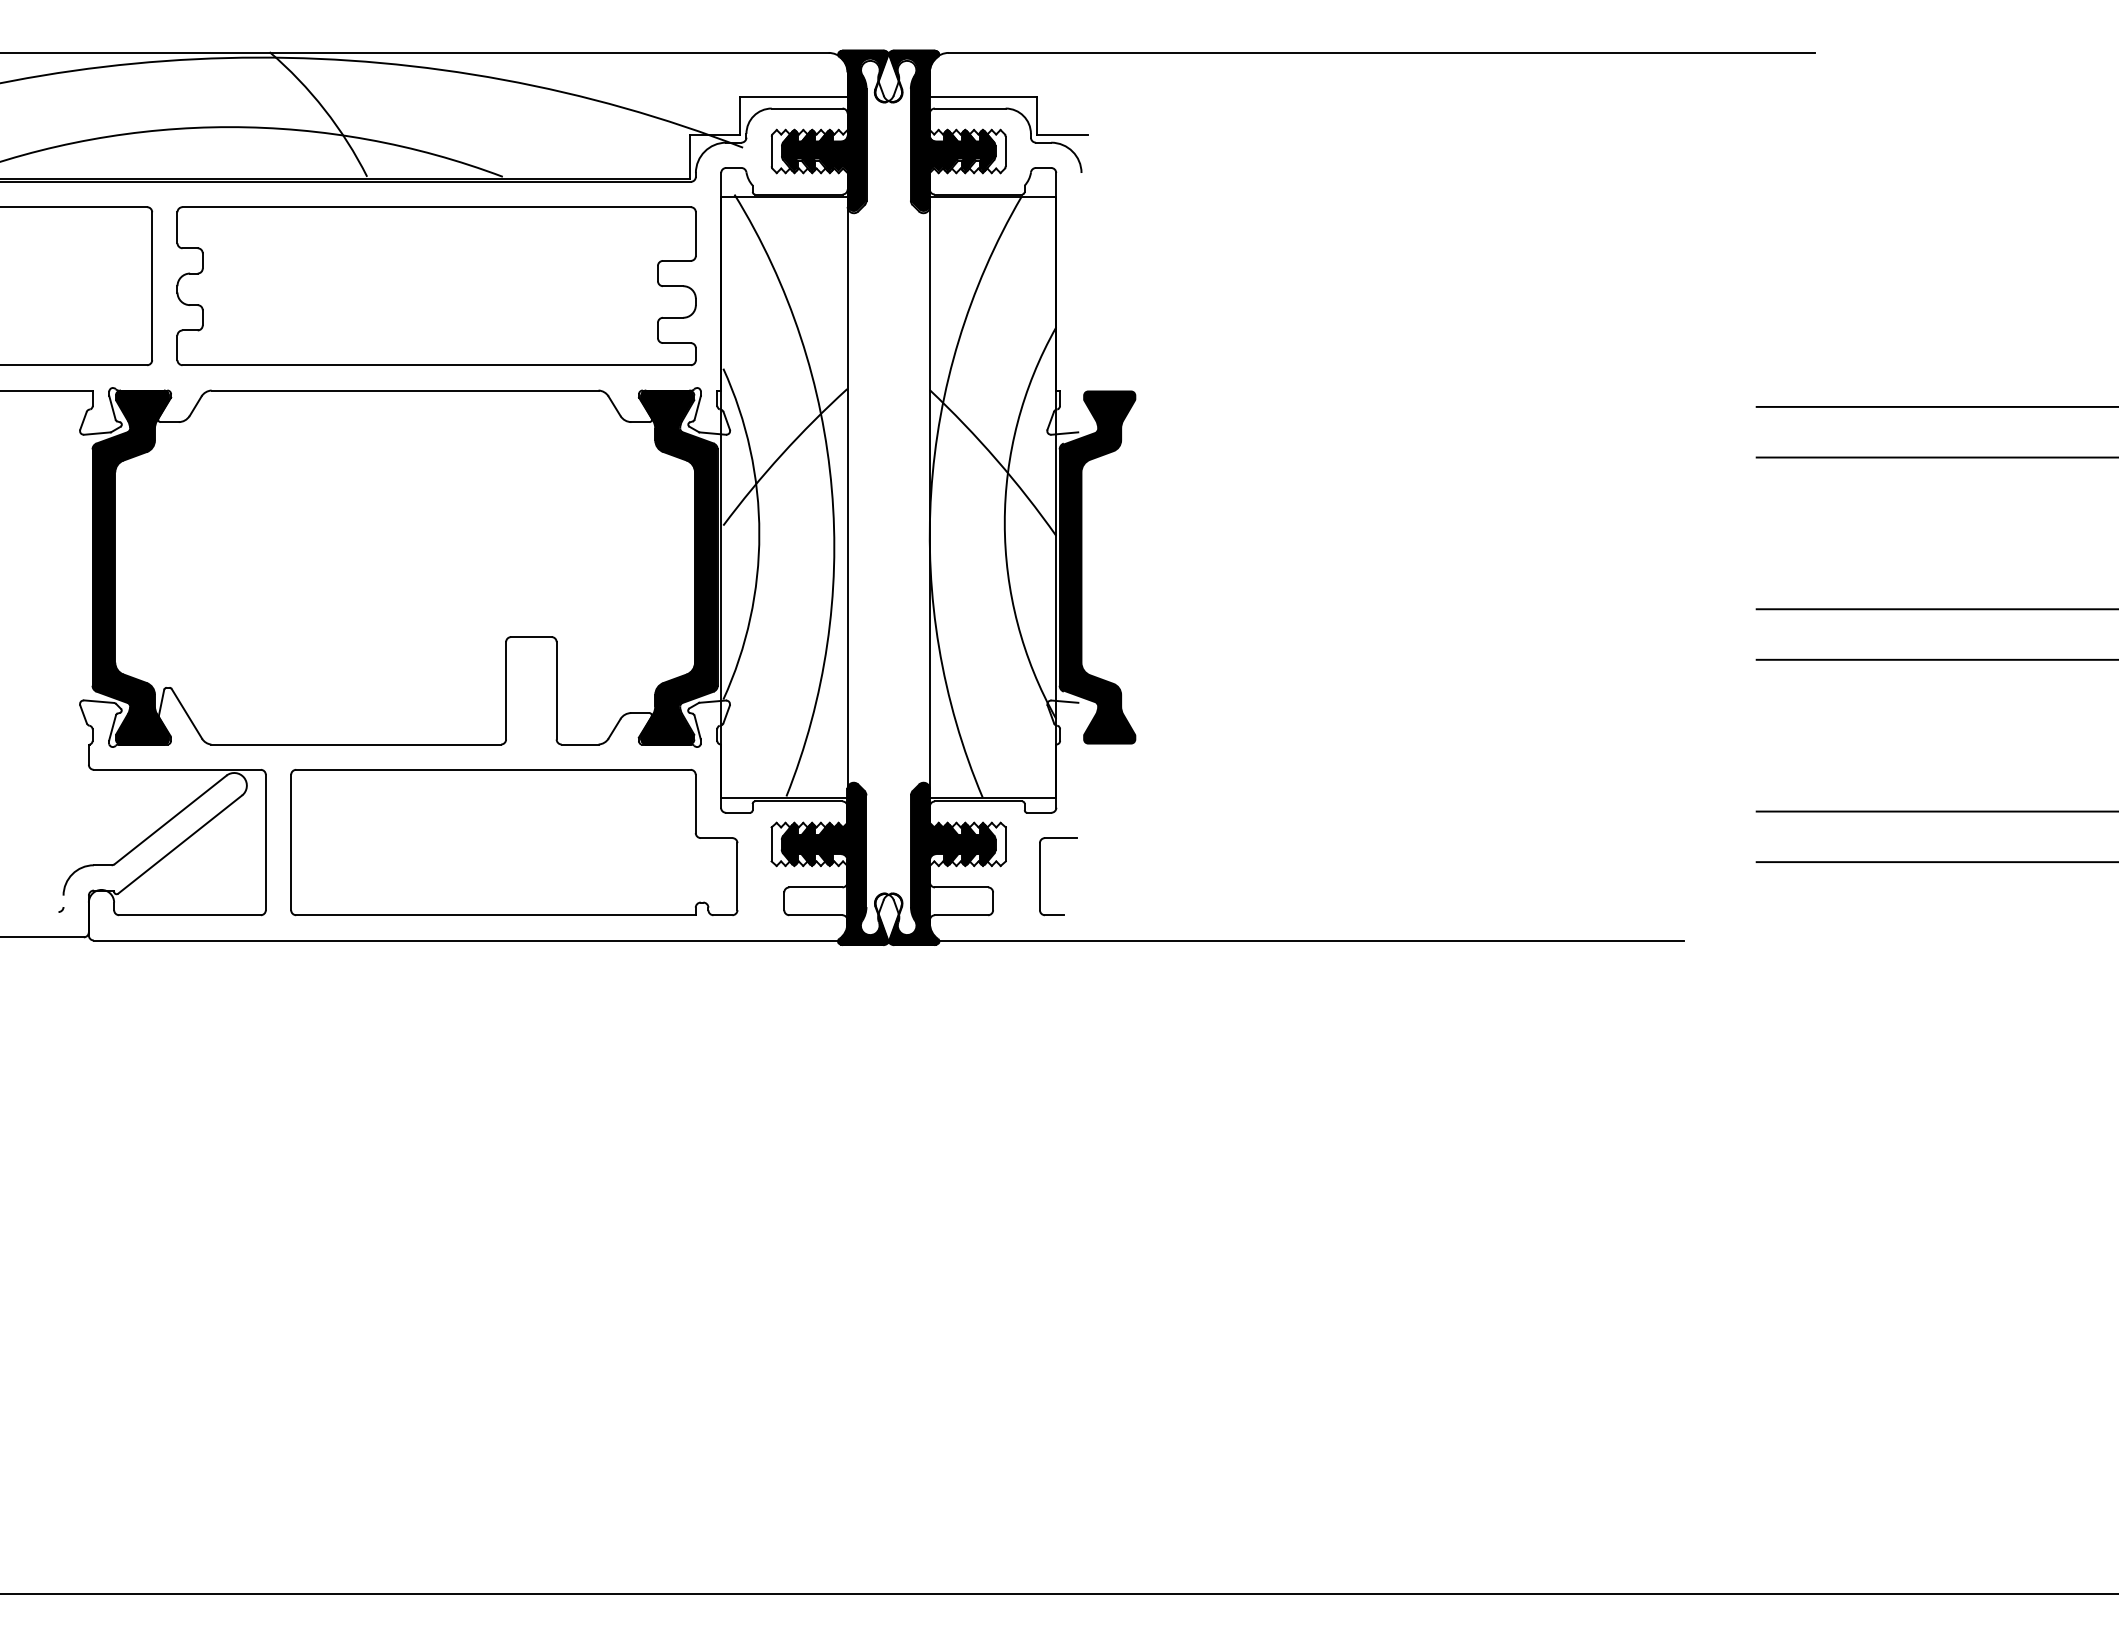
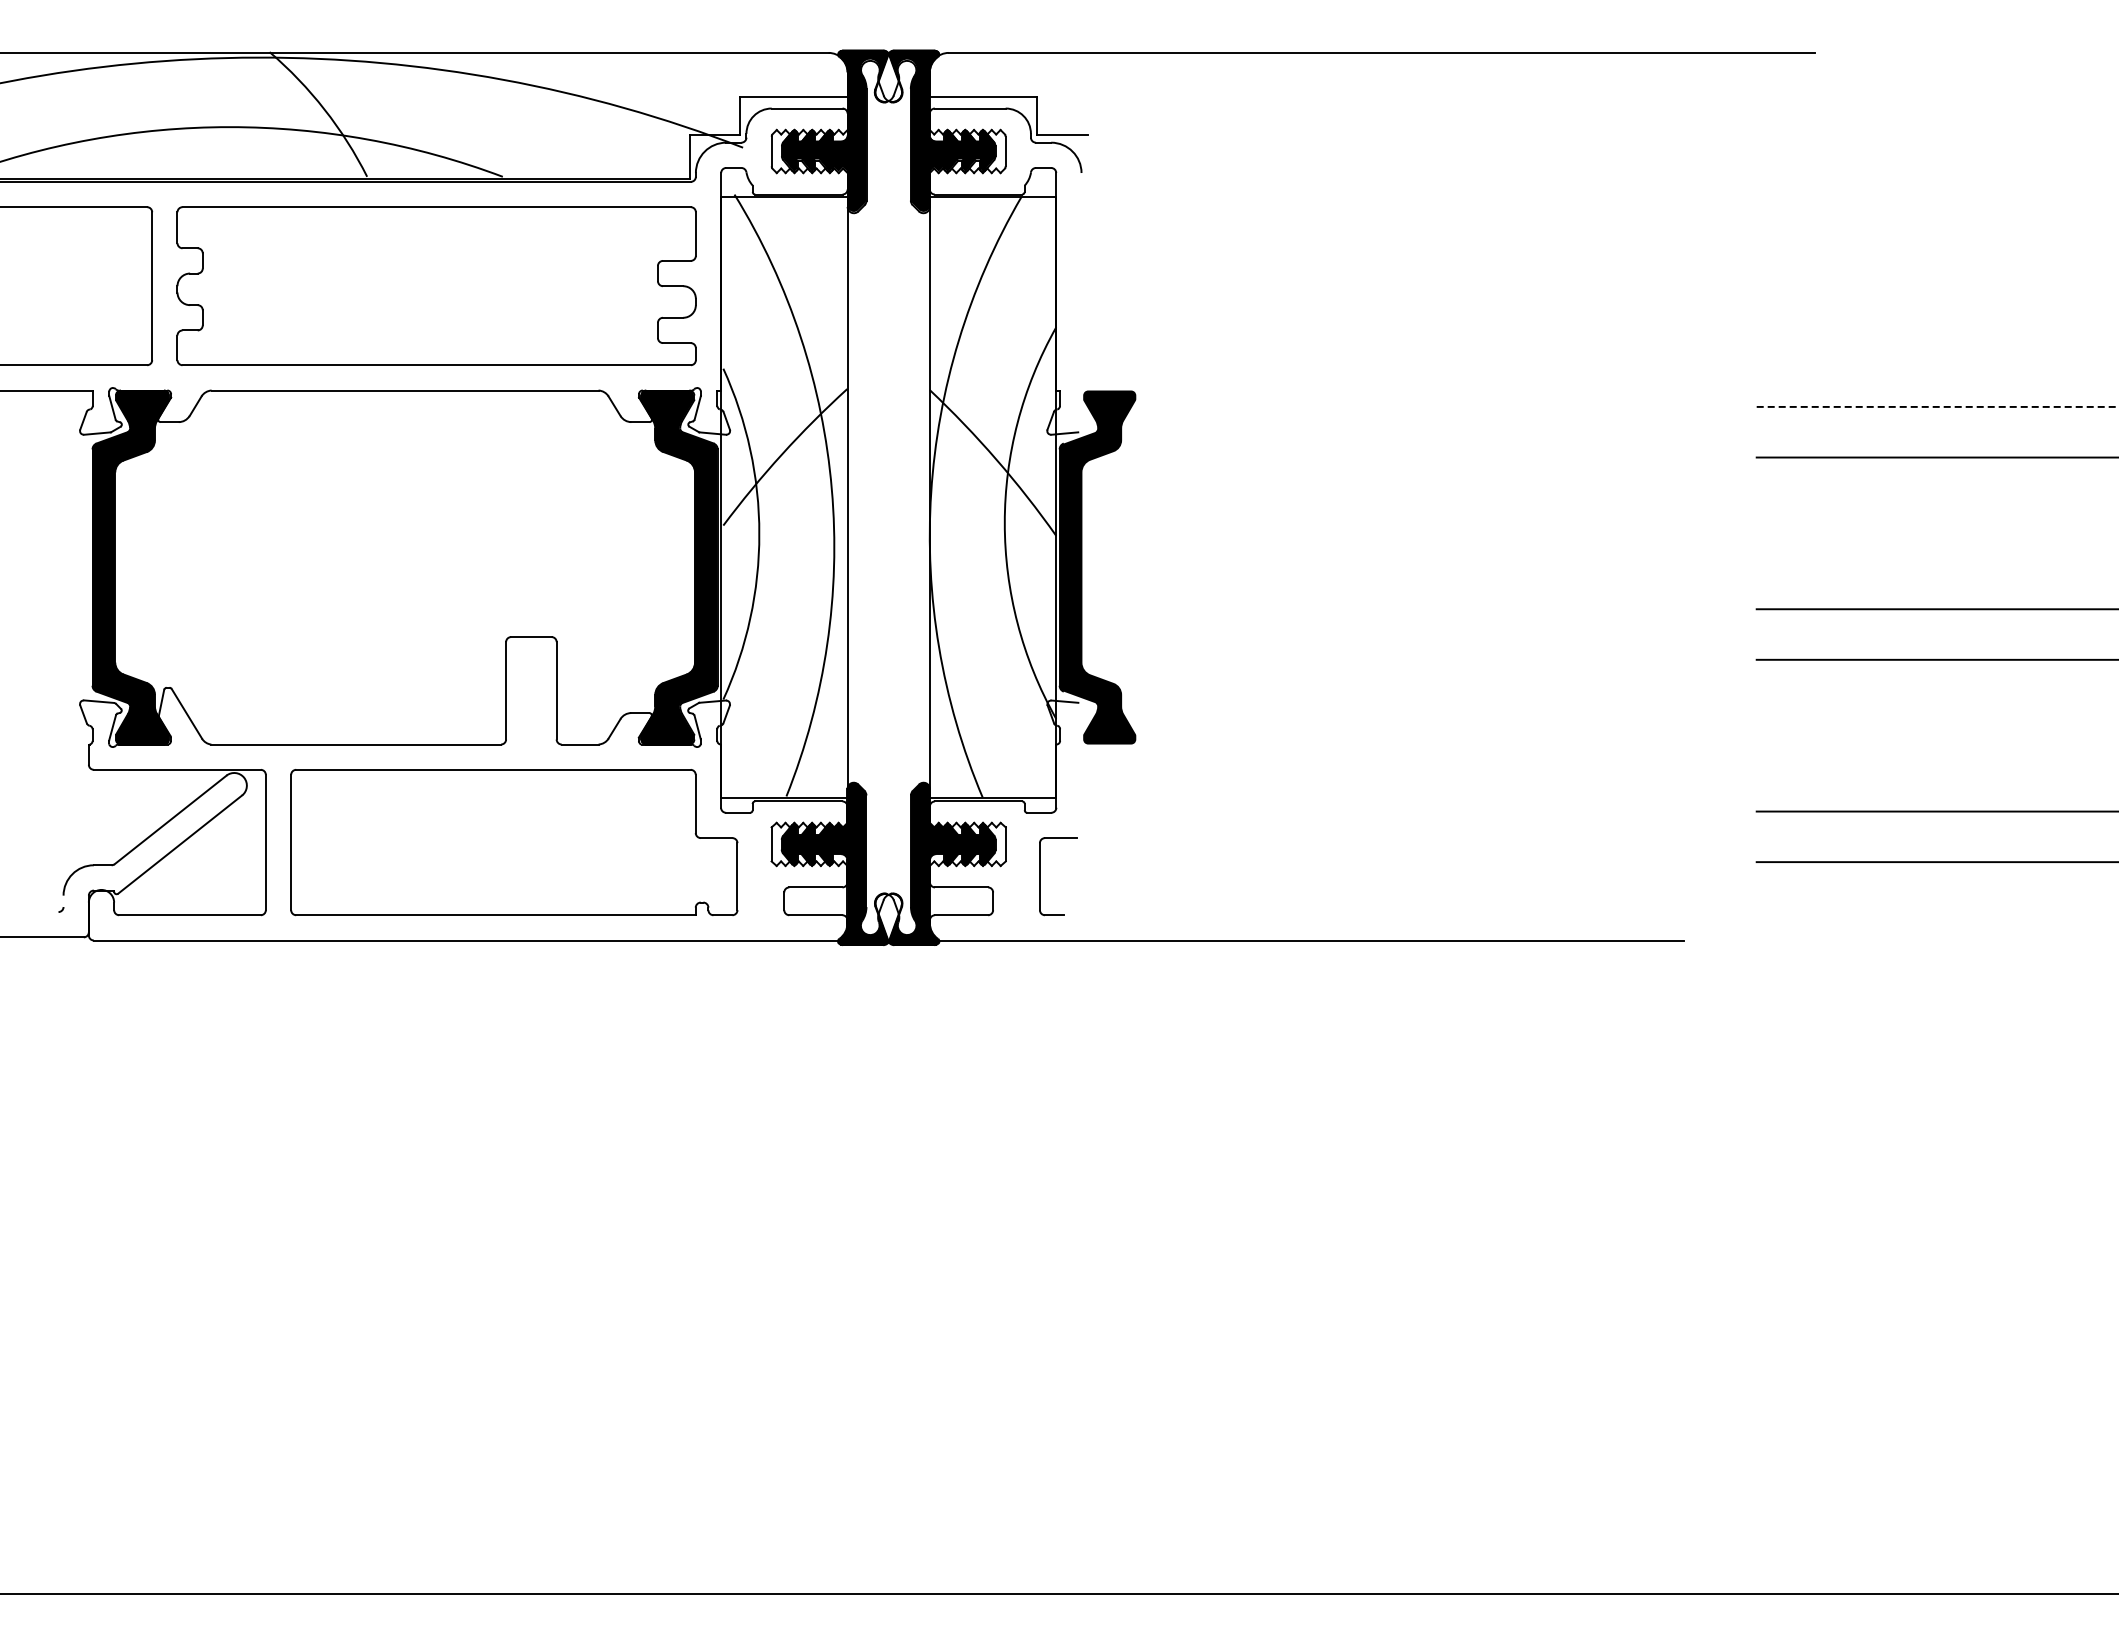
line at (1937, 406): solid -> dashed
